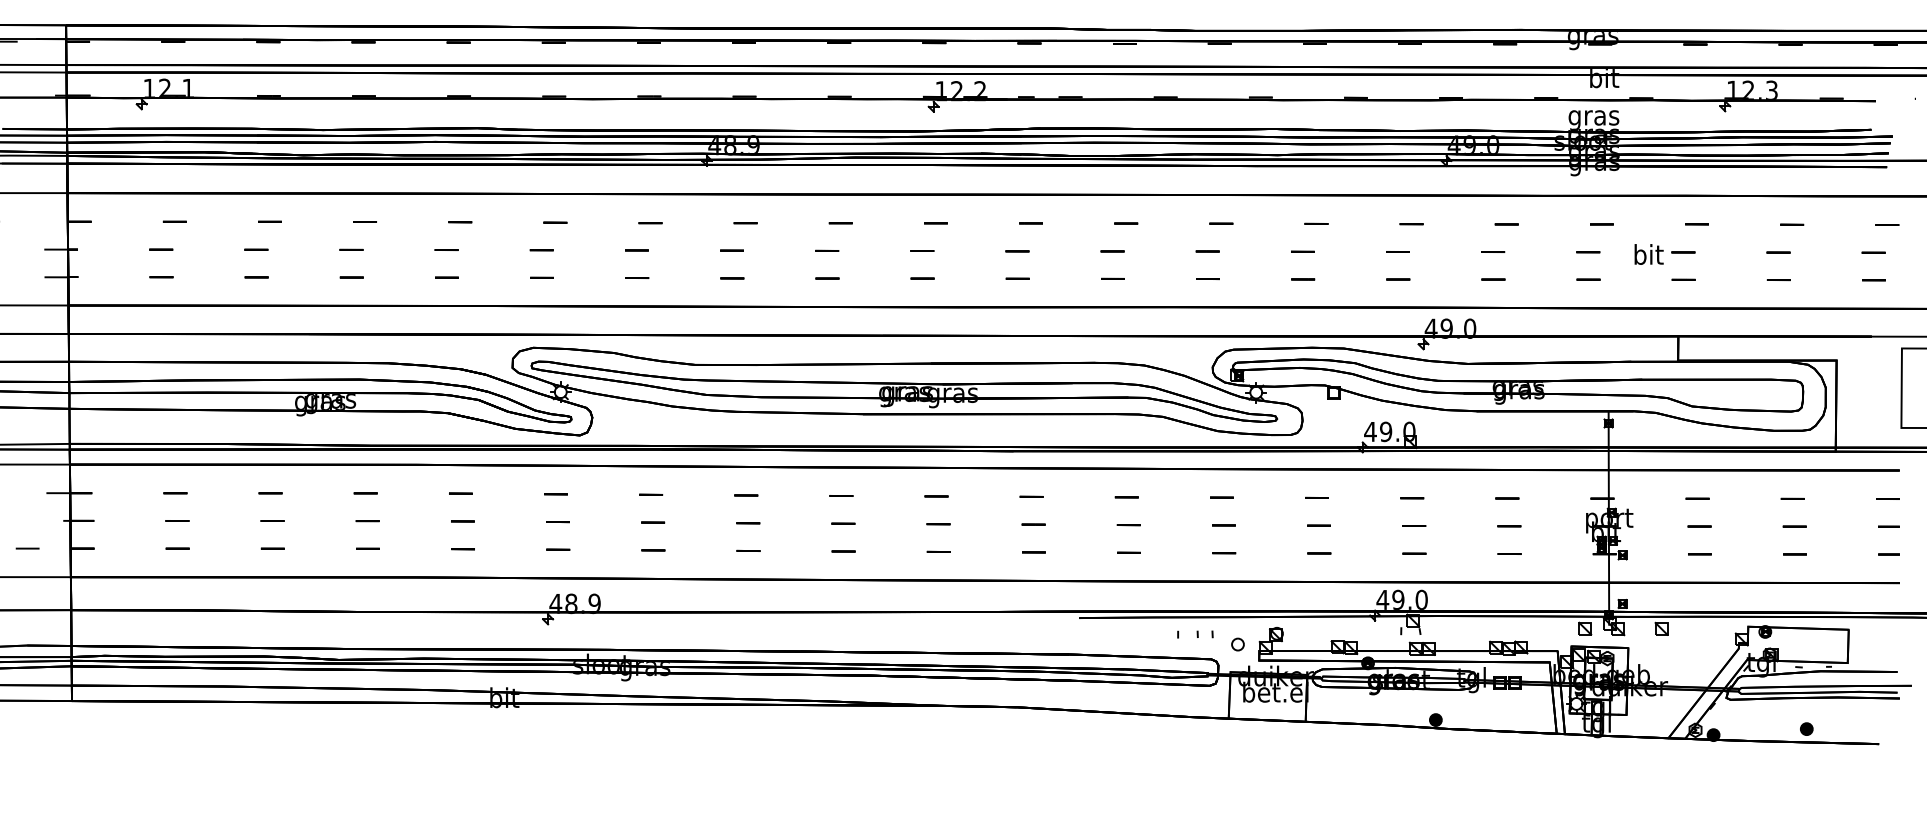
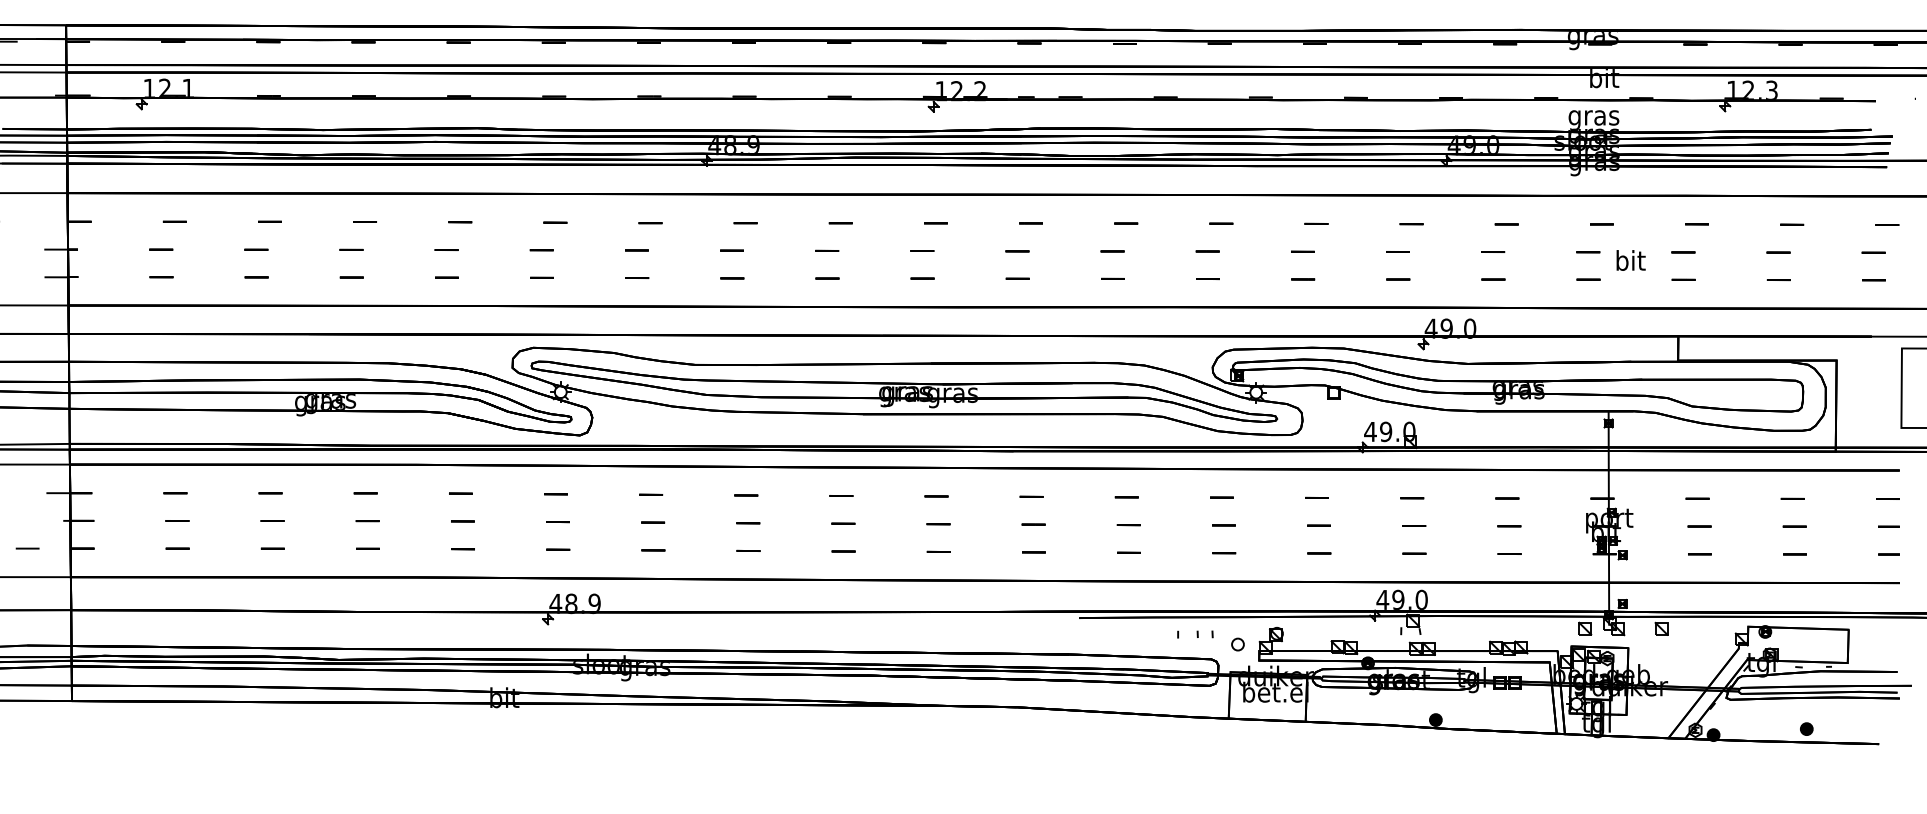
text at (1648, 254) position: (1648, 254) -> (1630, 260)
